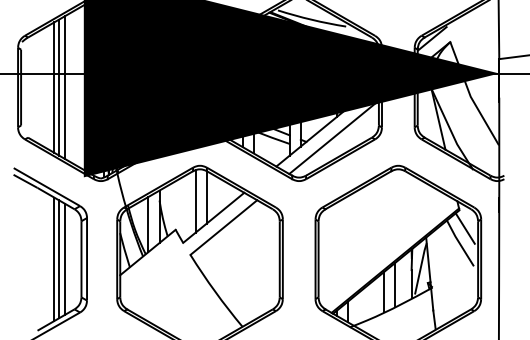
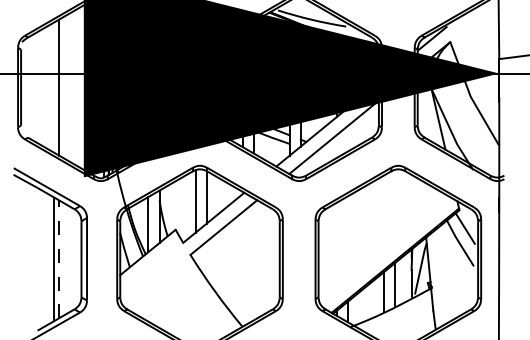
line at (54, 87): present -> none
line at (65, 87): present -> none
line at (65, 258): present -> none
line at (59, 259): solid -> dashed
